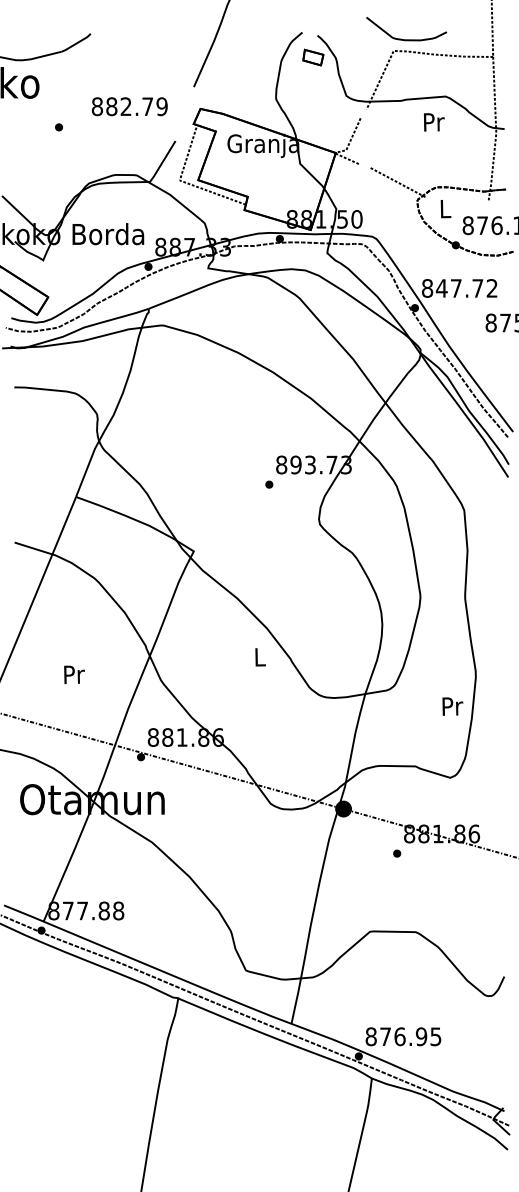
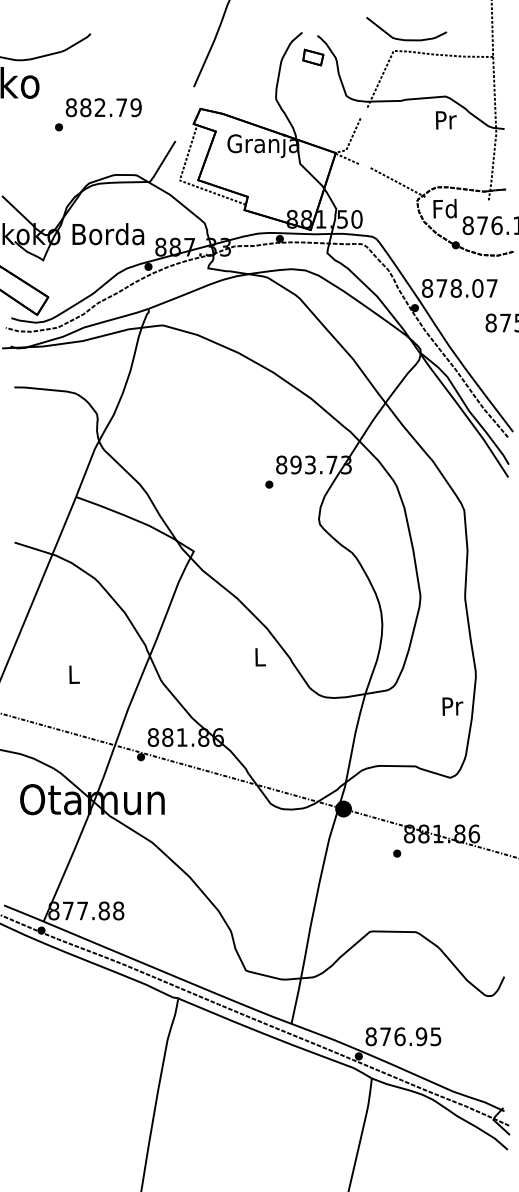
text at (129, 106) position: (129, 106) -> (103, 107)
text at (434, 122) position: (434, 122) -> (446, 120)
text at (444, 208): L -> Fd
text at (466, 288): 847.72 -> 878.07
text at (74, 674): Pr -> L
